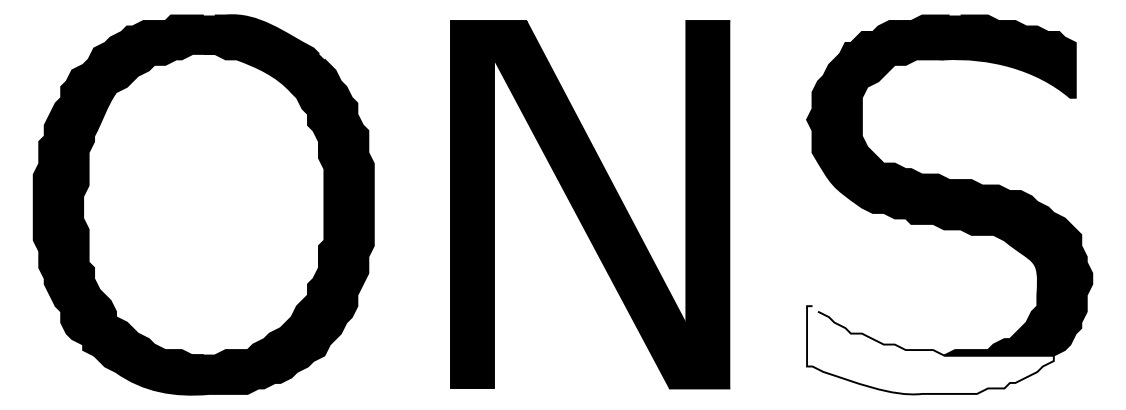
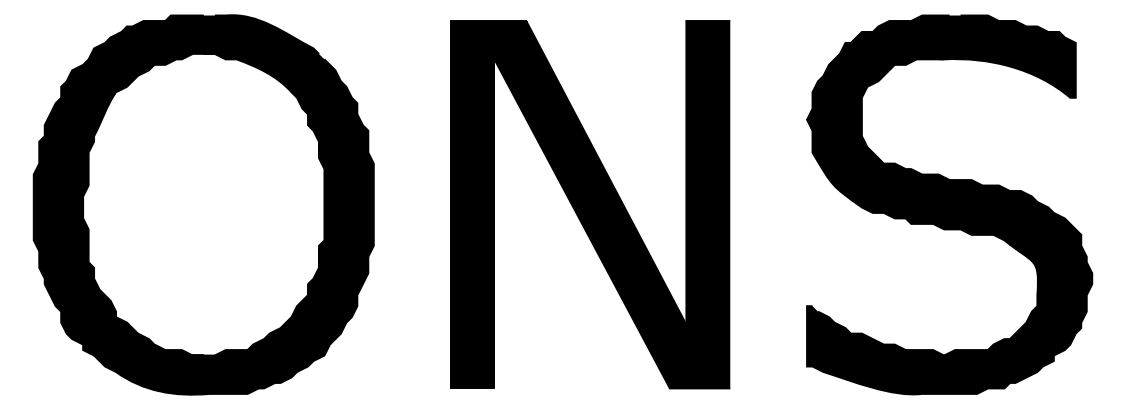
fill at (930, 350): none -> present
